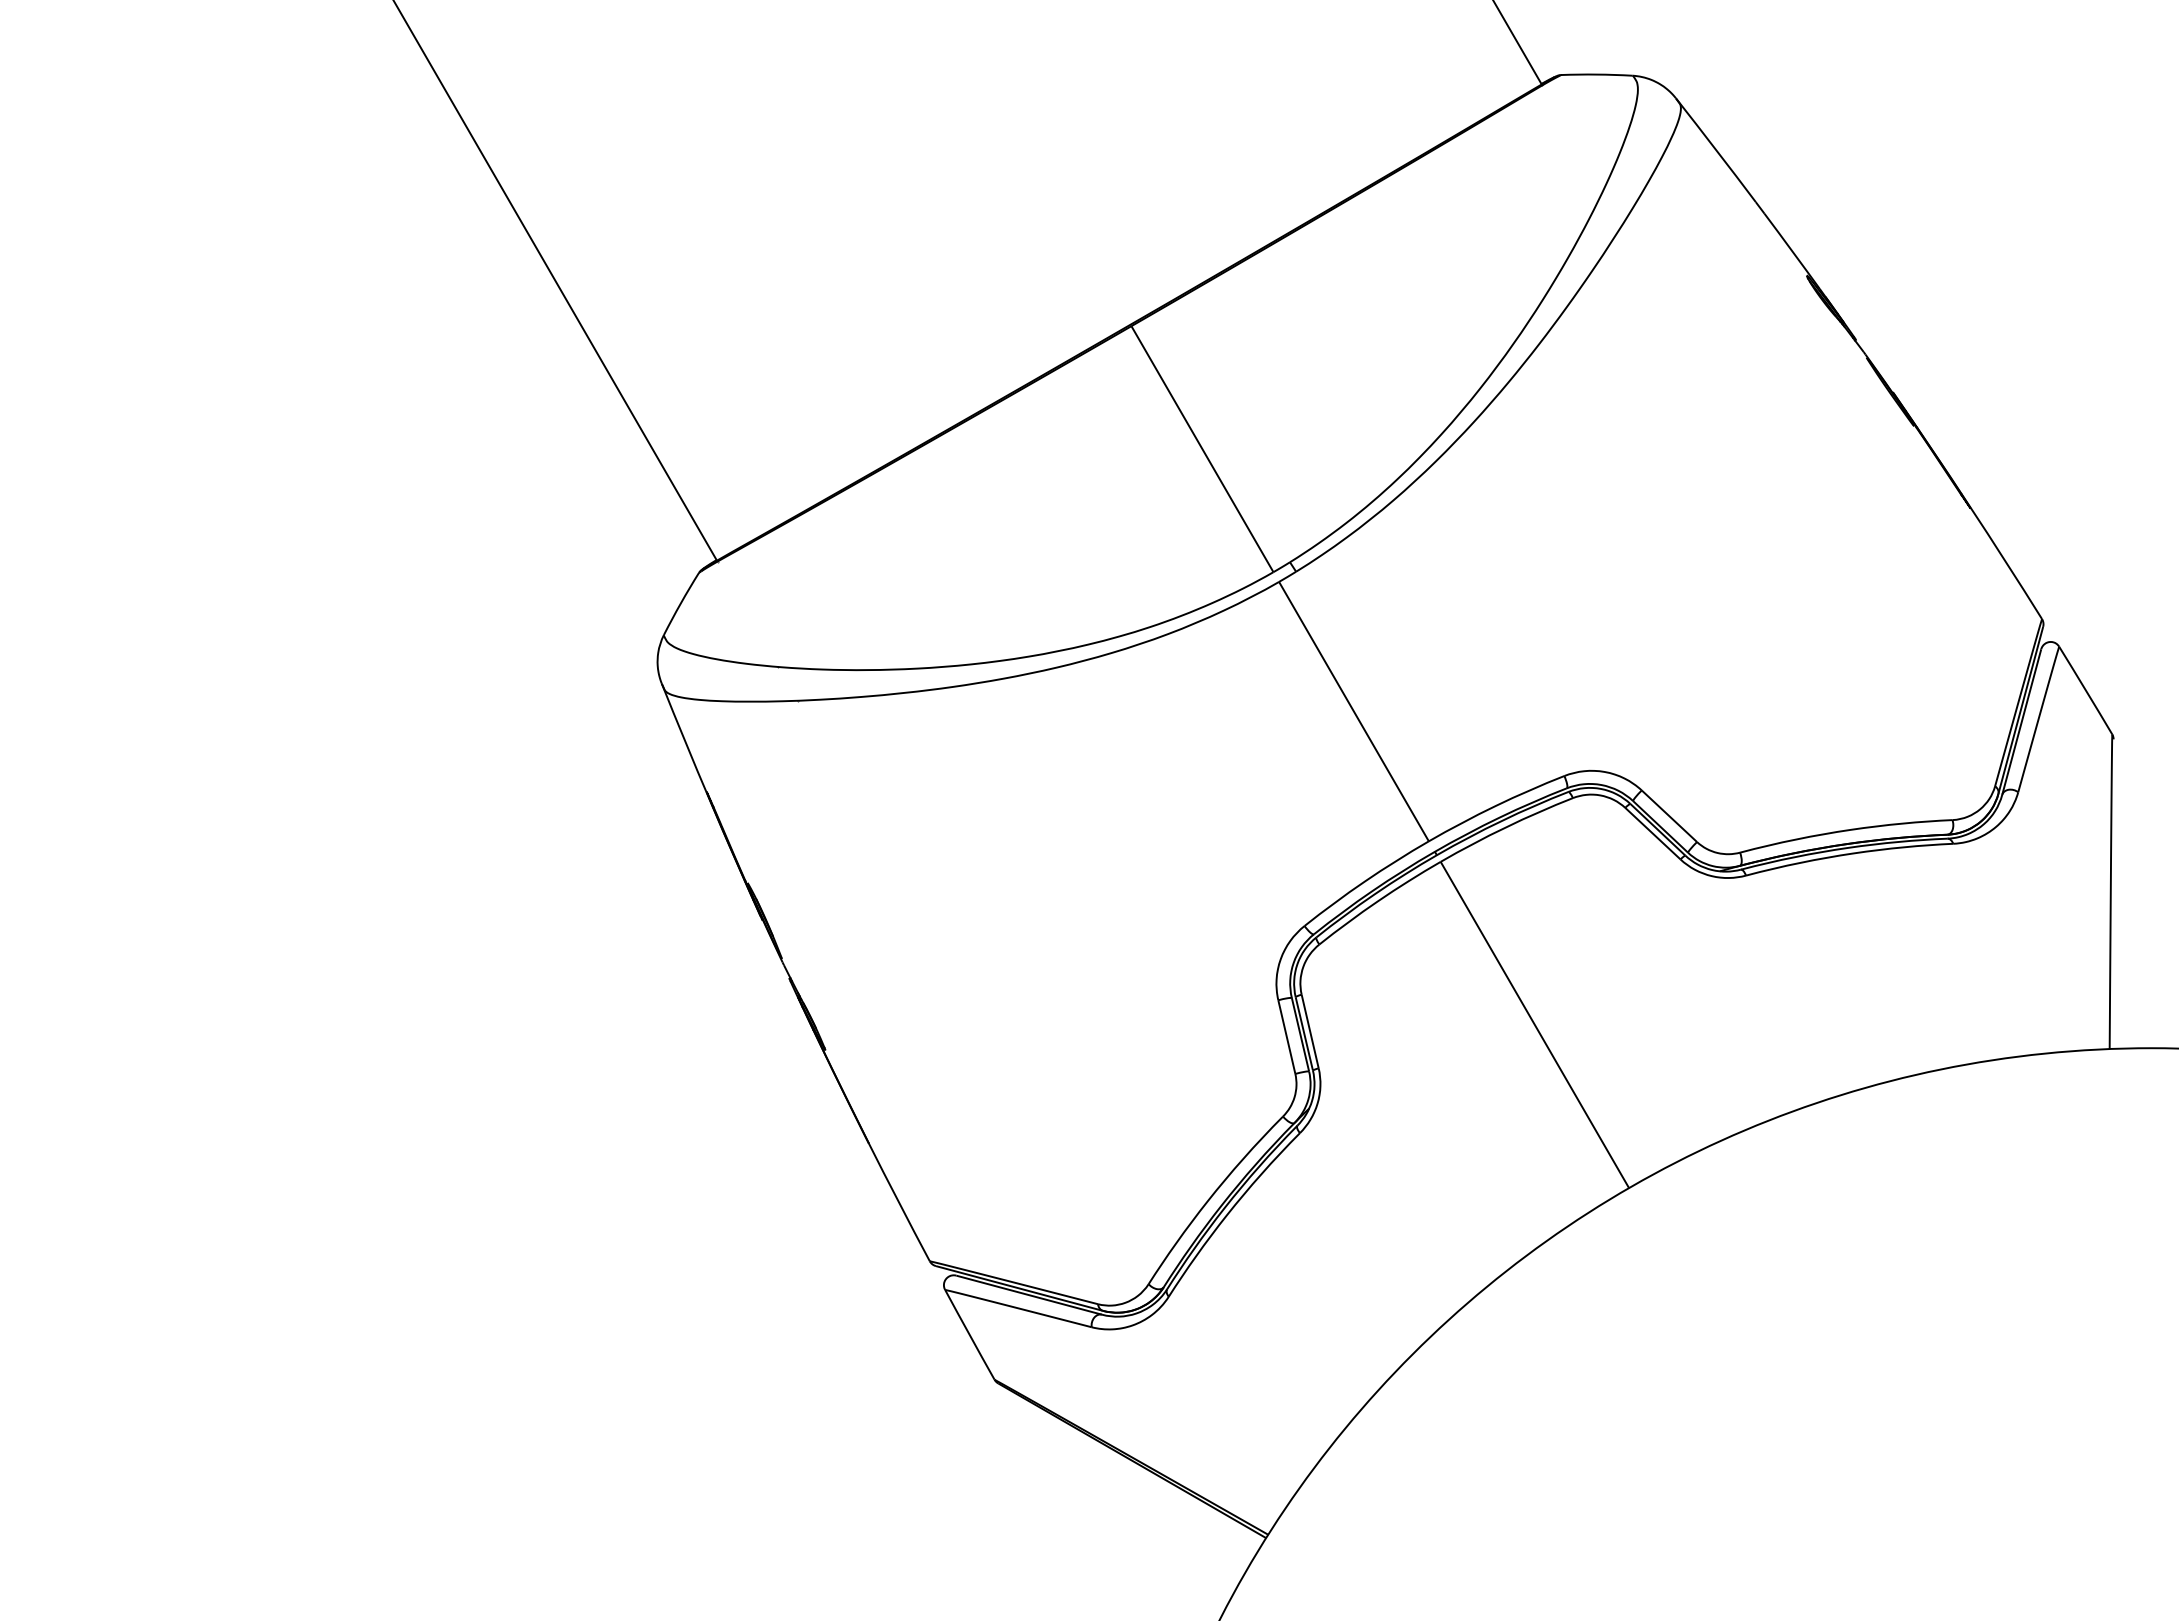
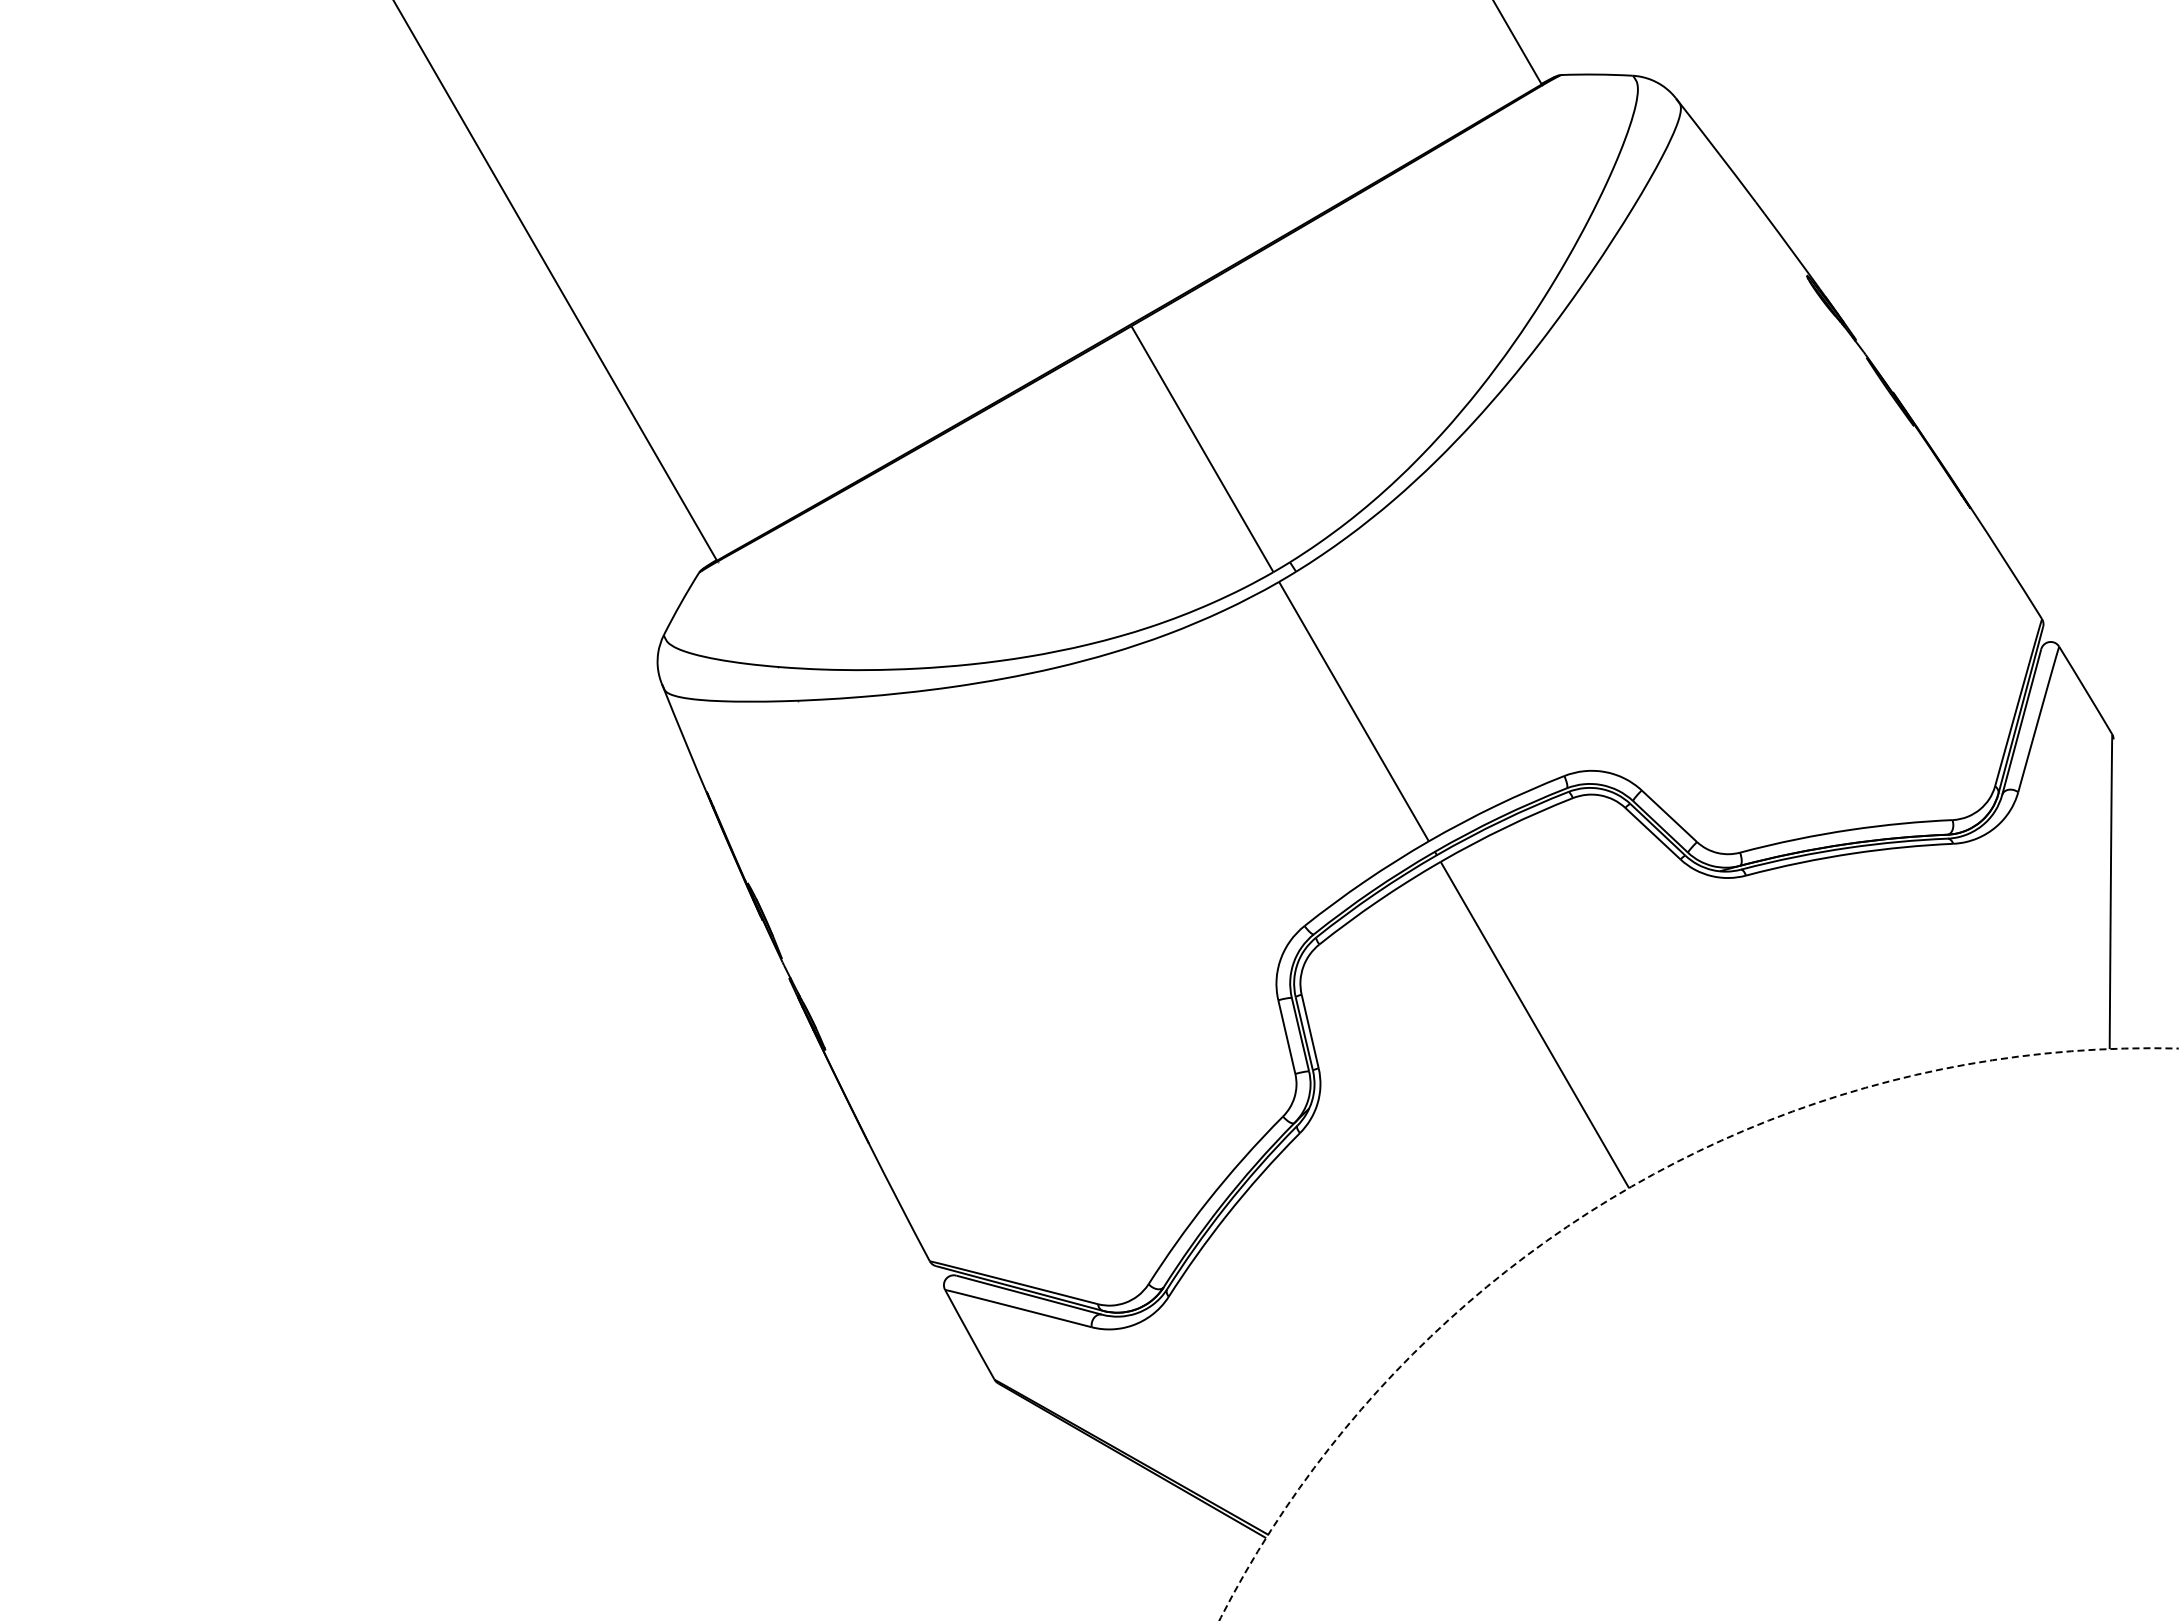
circle at (1698, 1334): solid -> dashed
